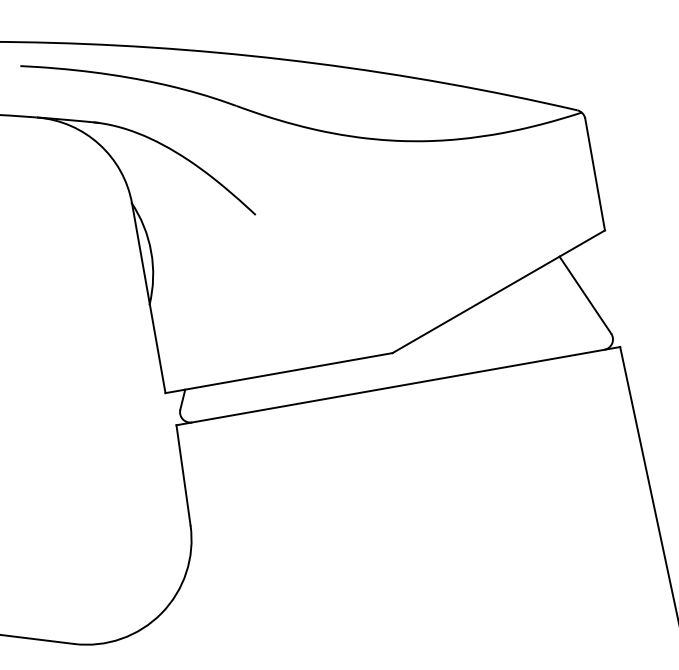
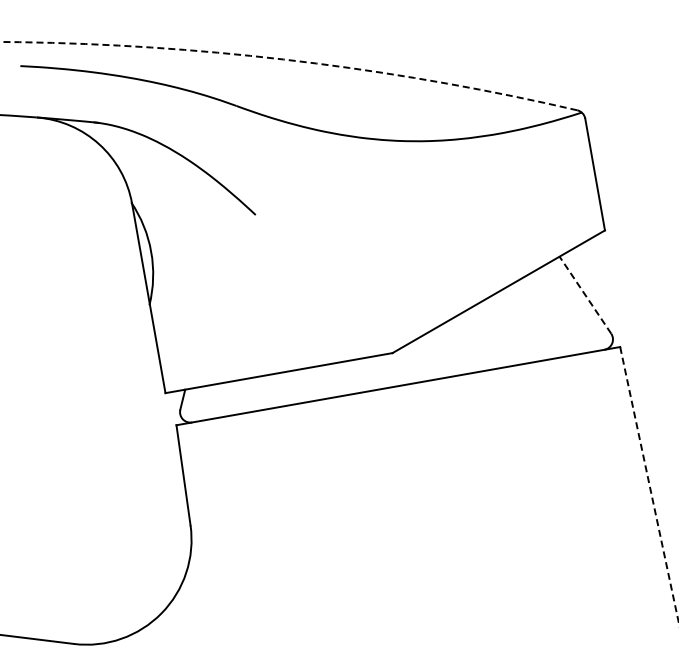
arc at (289, 60): solid -> dashed
line at (585, 294): solid -> dashed
line at (649, 485): solid -> dashed
